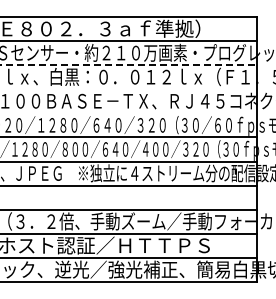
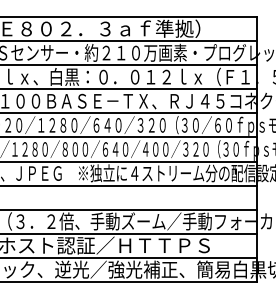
line at (128, 65): dashed -> solid
line at (129, 89): none -> present
line at (129, 113): none -> present
